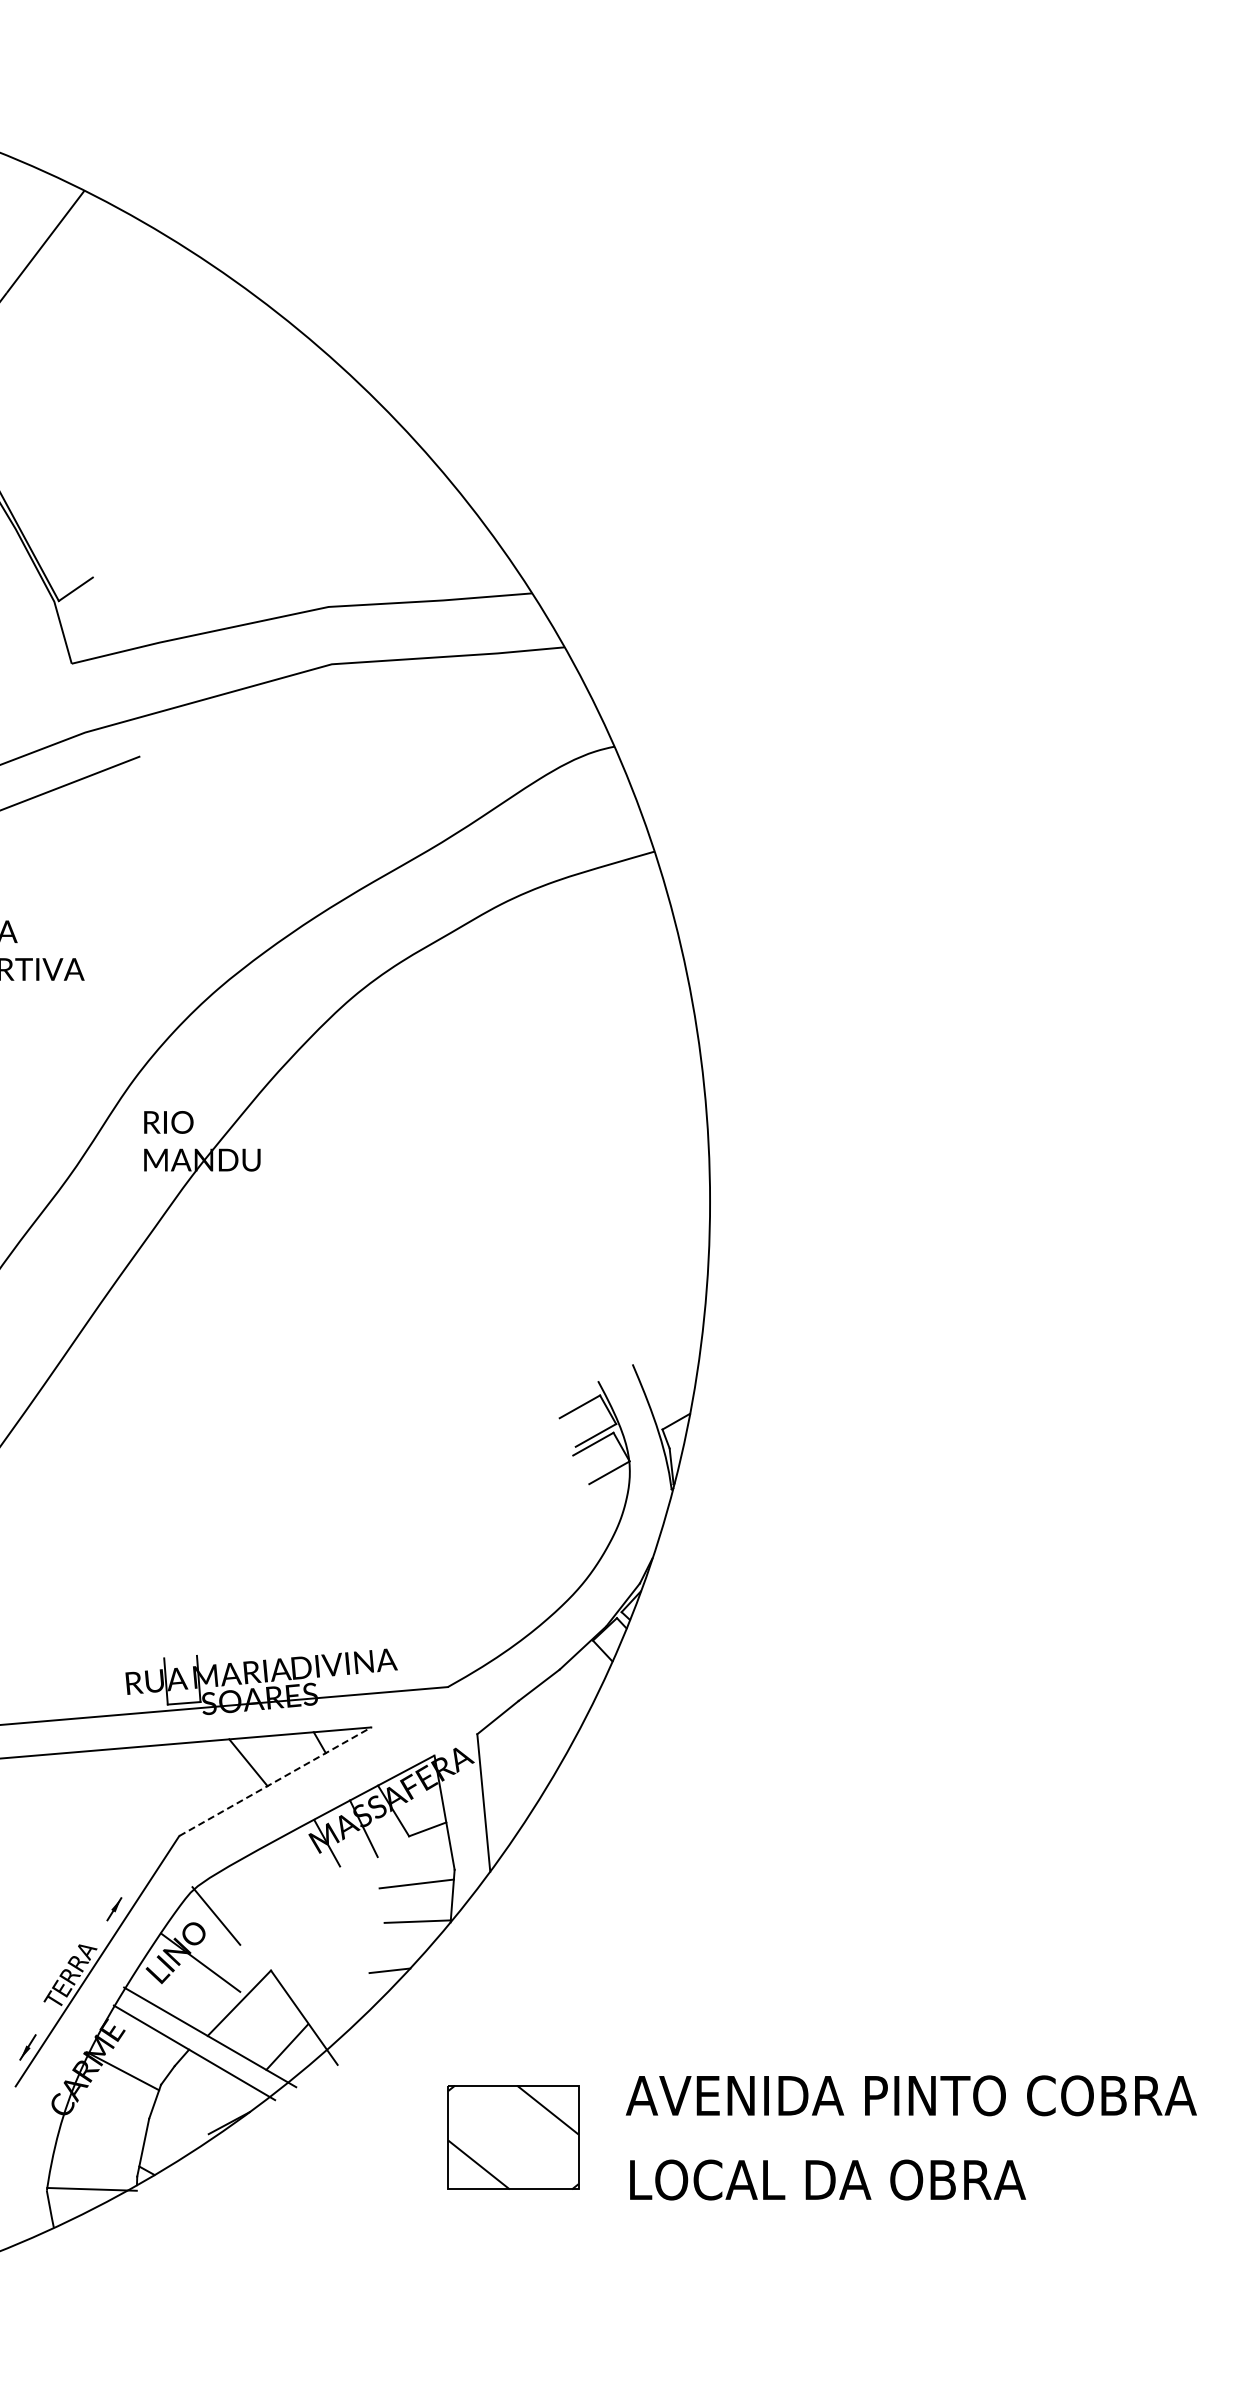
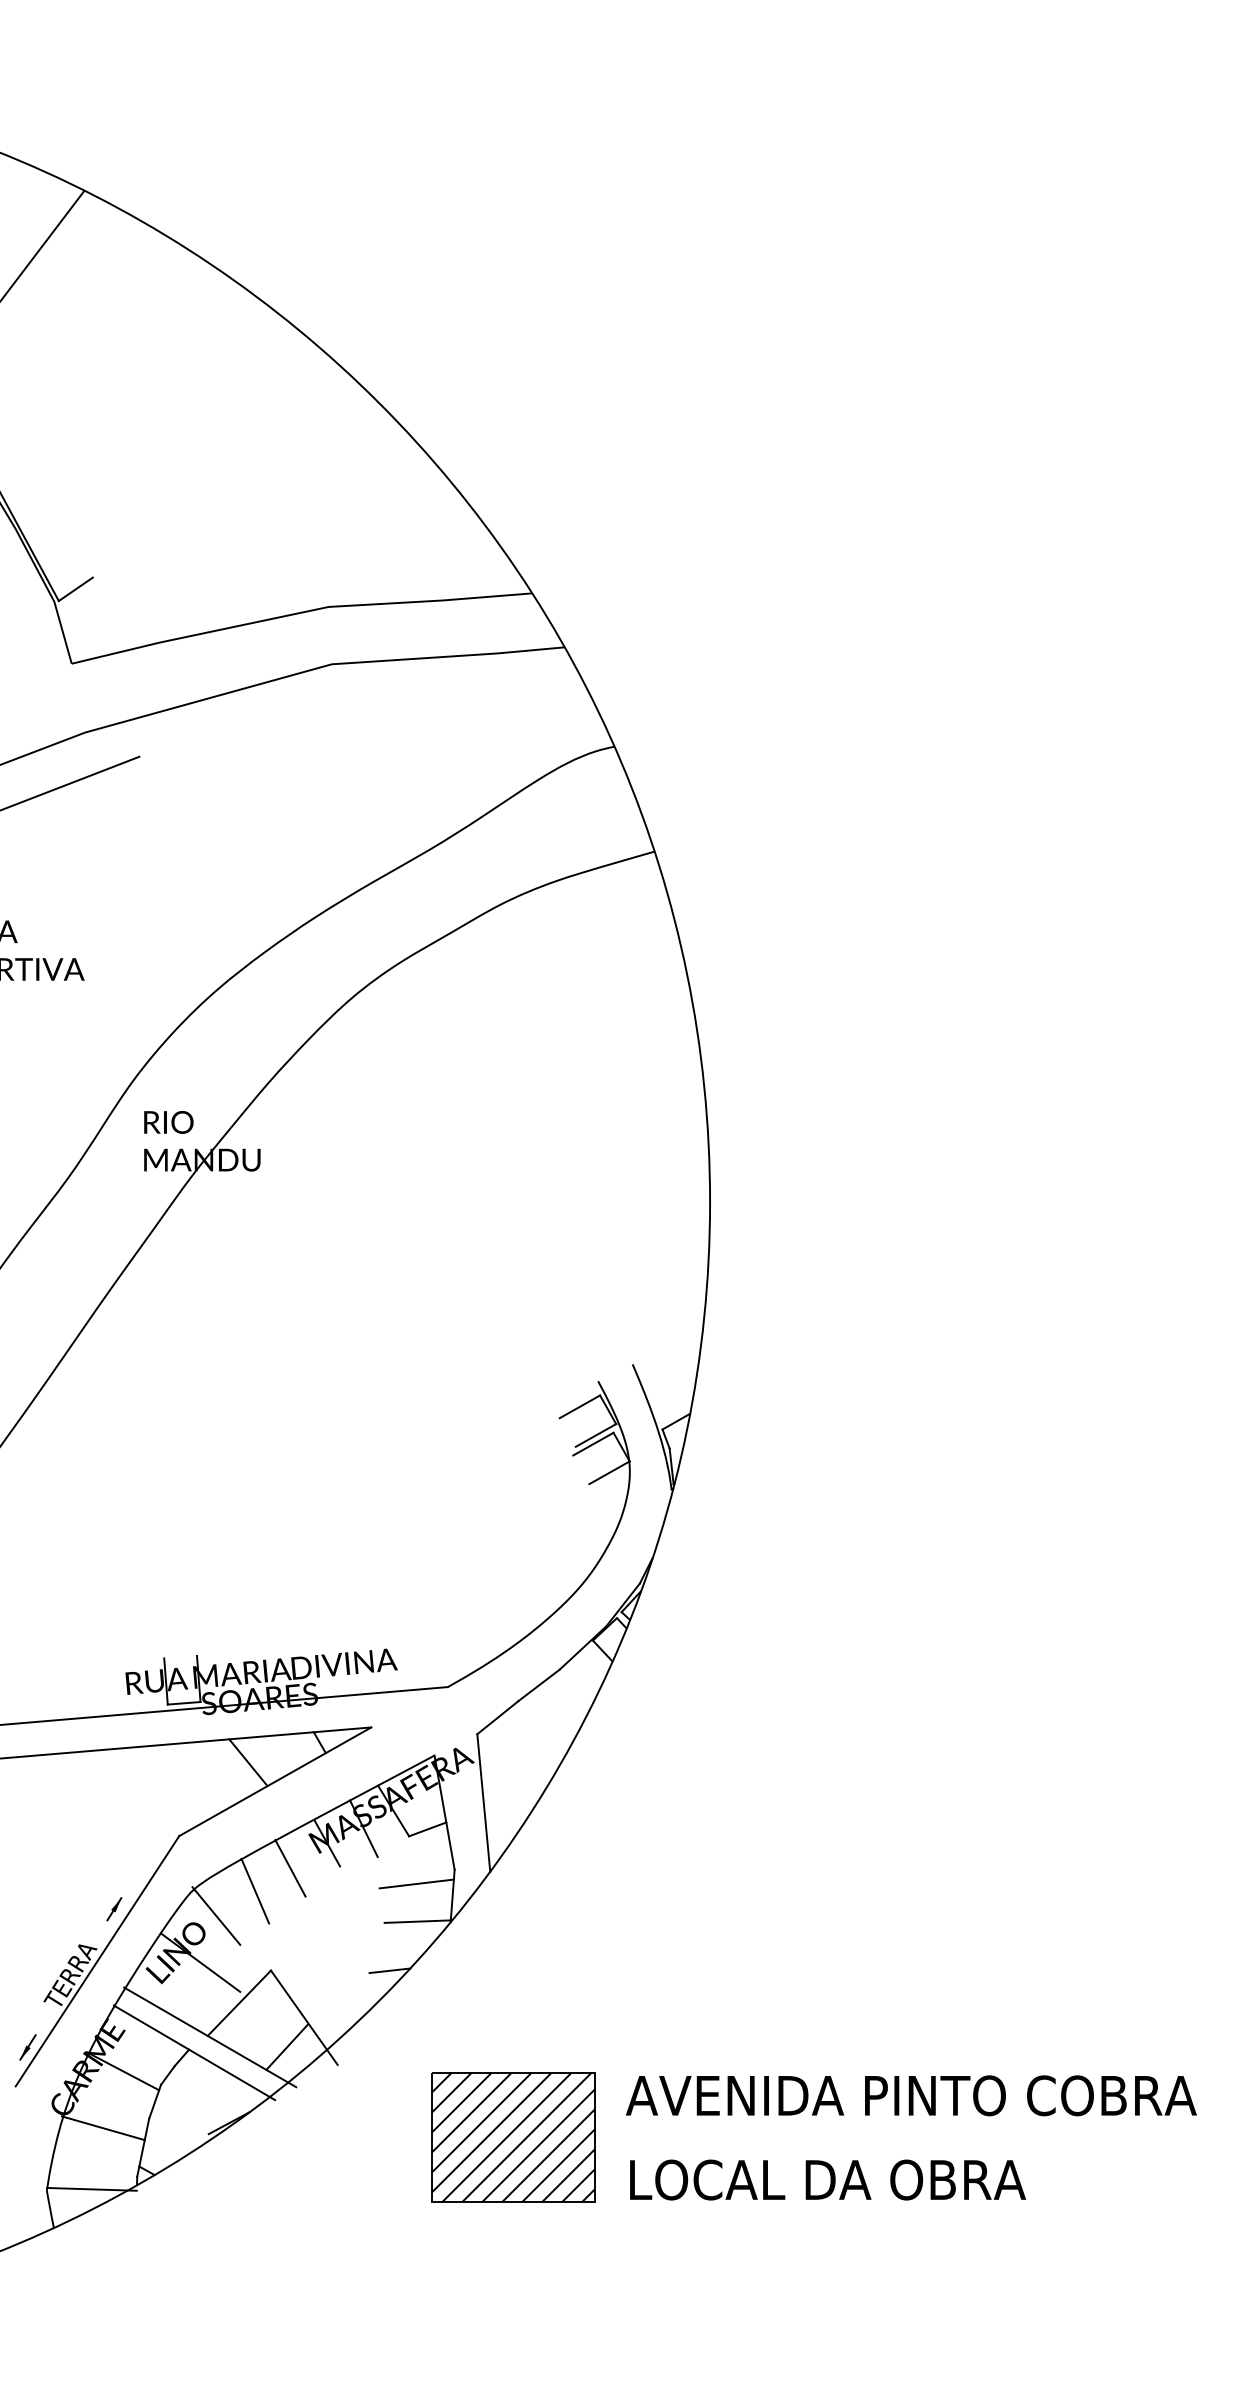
line at (275, 1781): dashed -> solid
line at (290, 1868): none -> present
line at (255, 1890): none -> present
line at (102, 2128): none -> present
part at (513, 2137) size: 133x105 px -> 165x131 px
